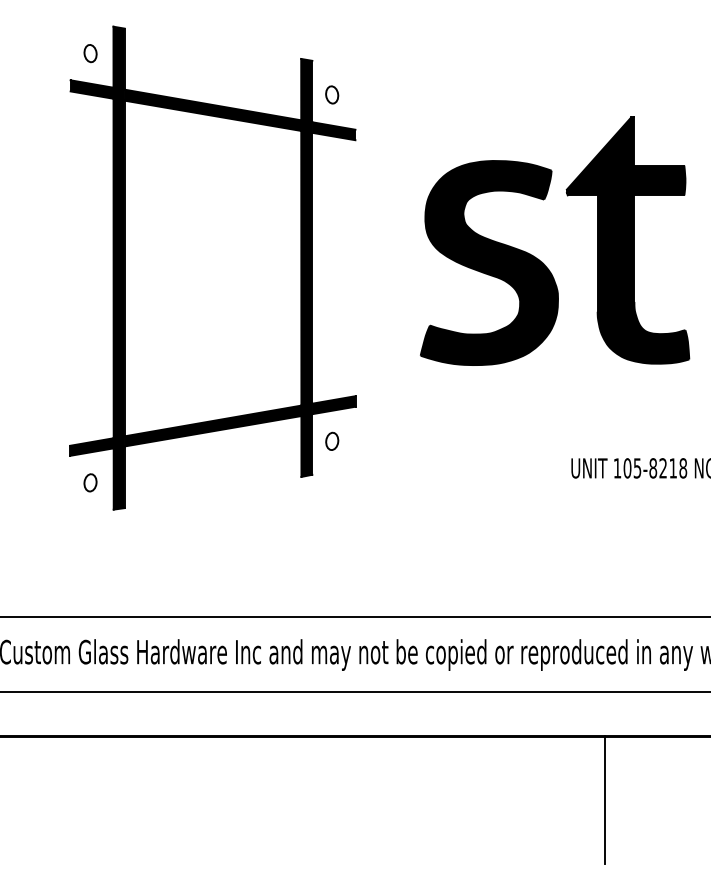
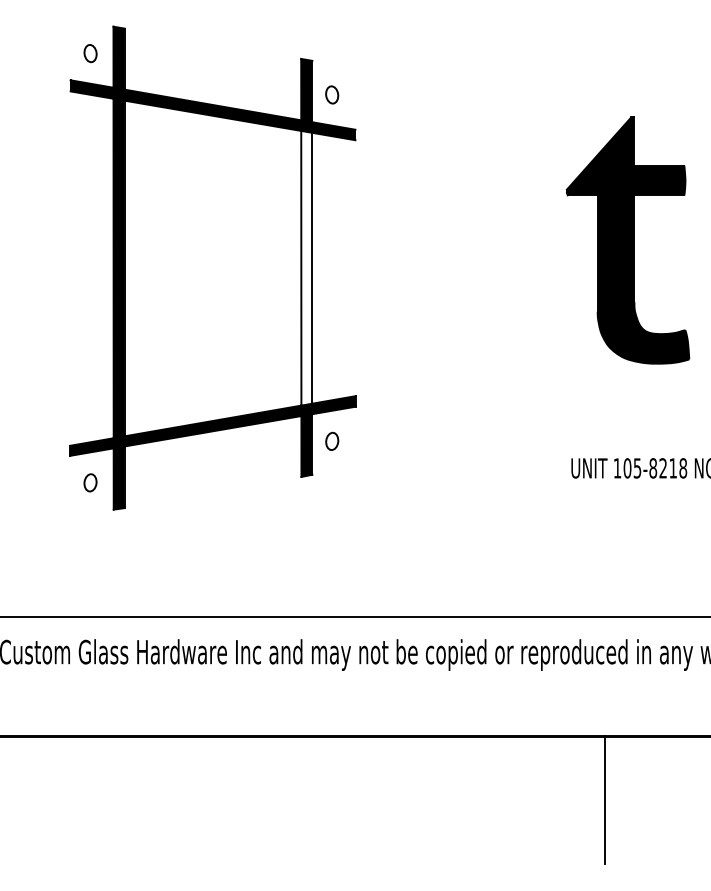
part at (489, 262): present -> none
fill at (306, 267): present -> none
line at (354, 692): present -> none
